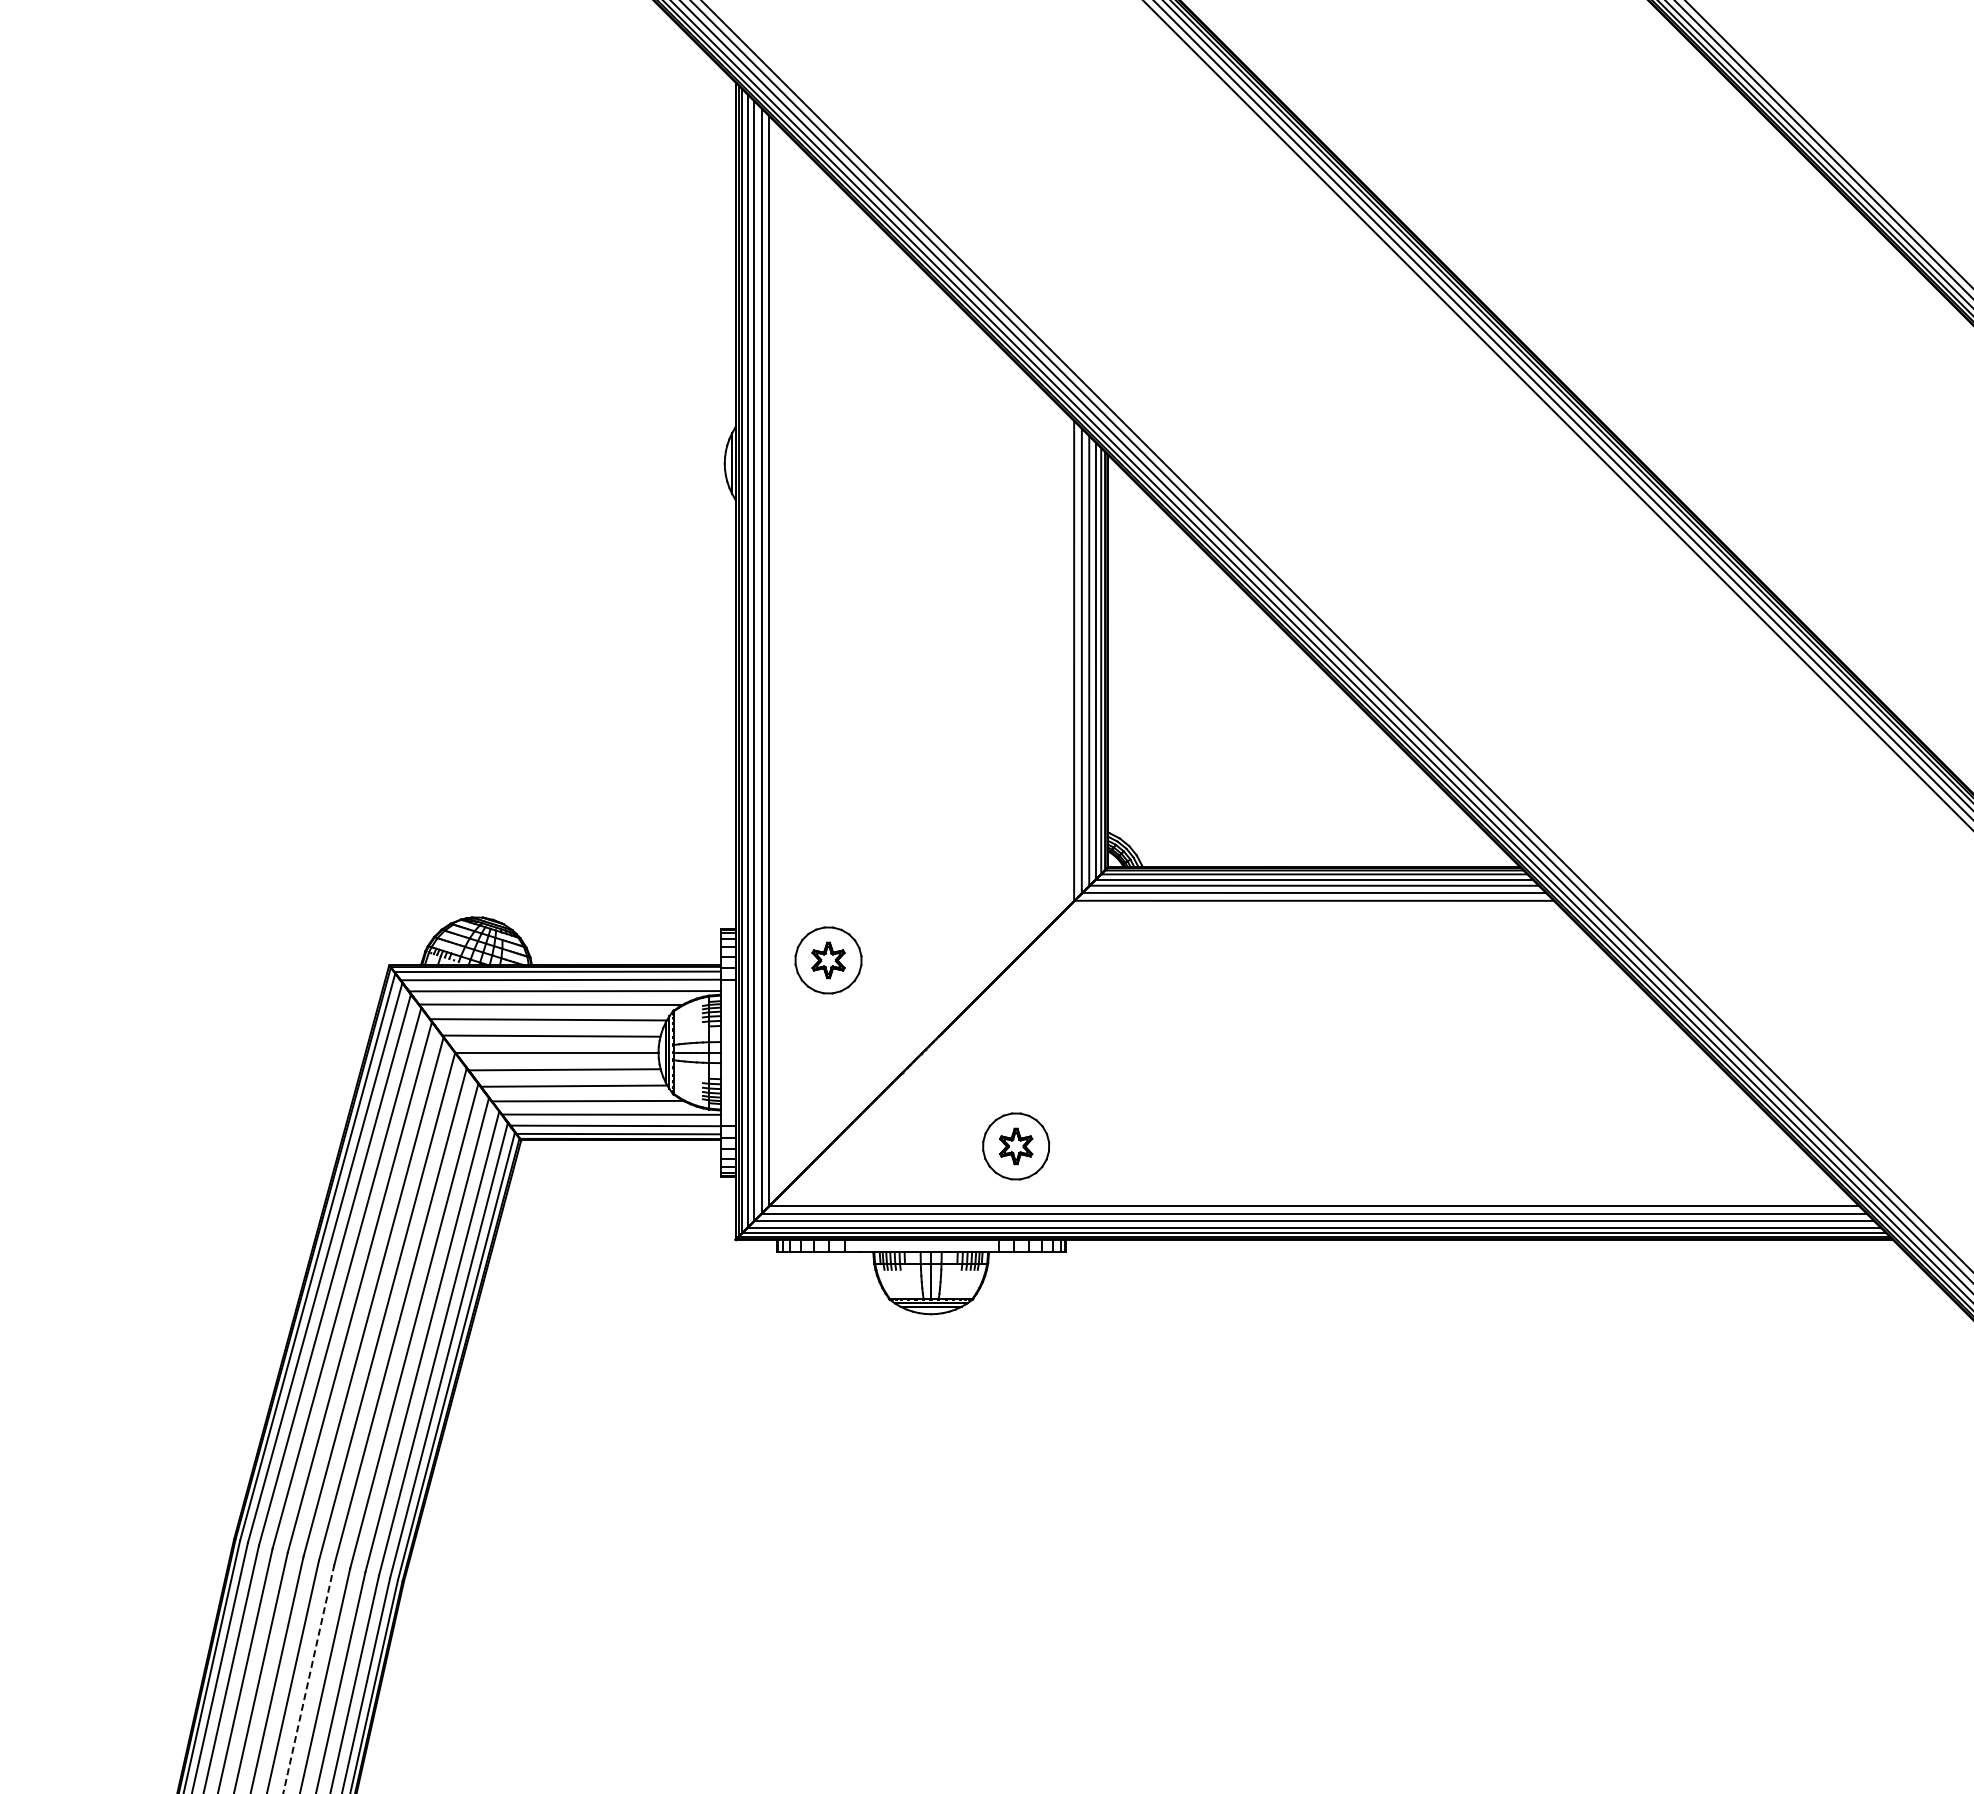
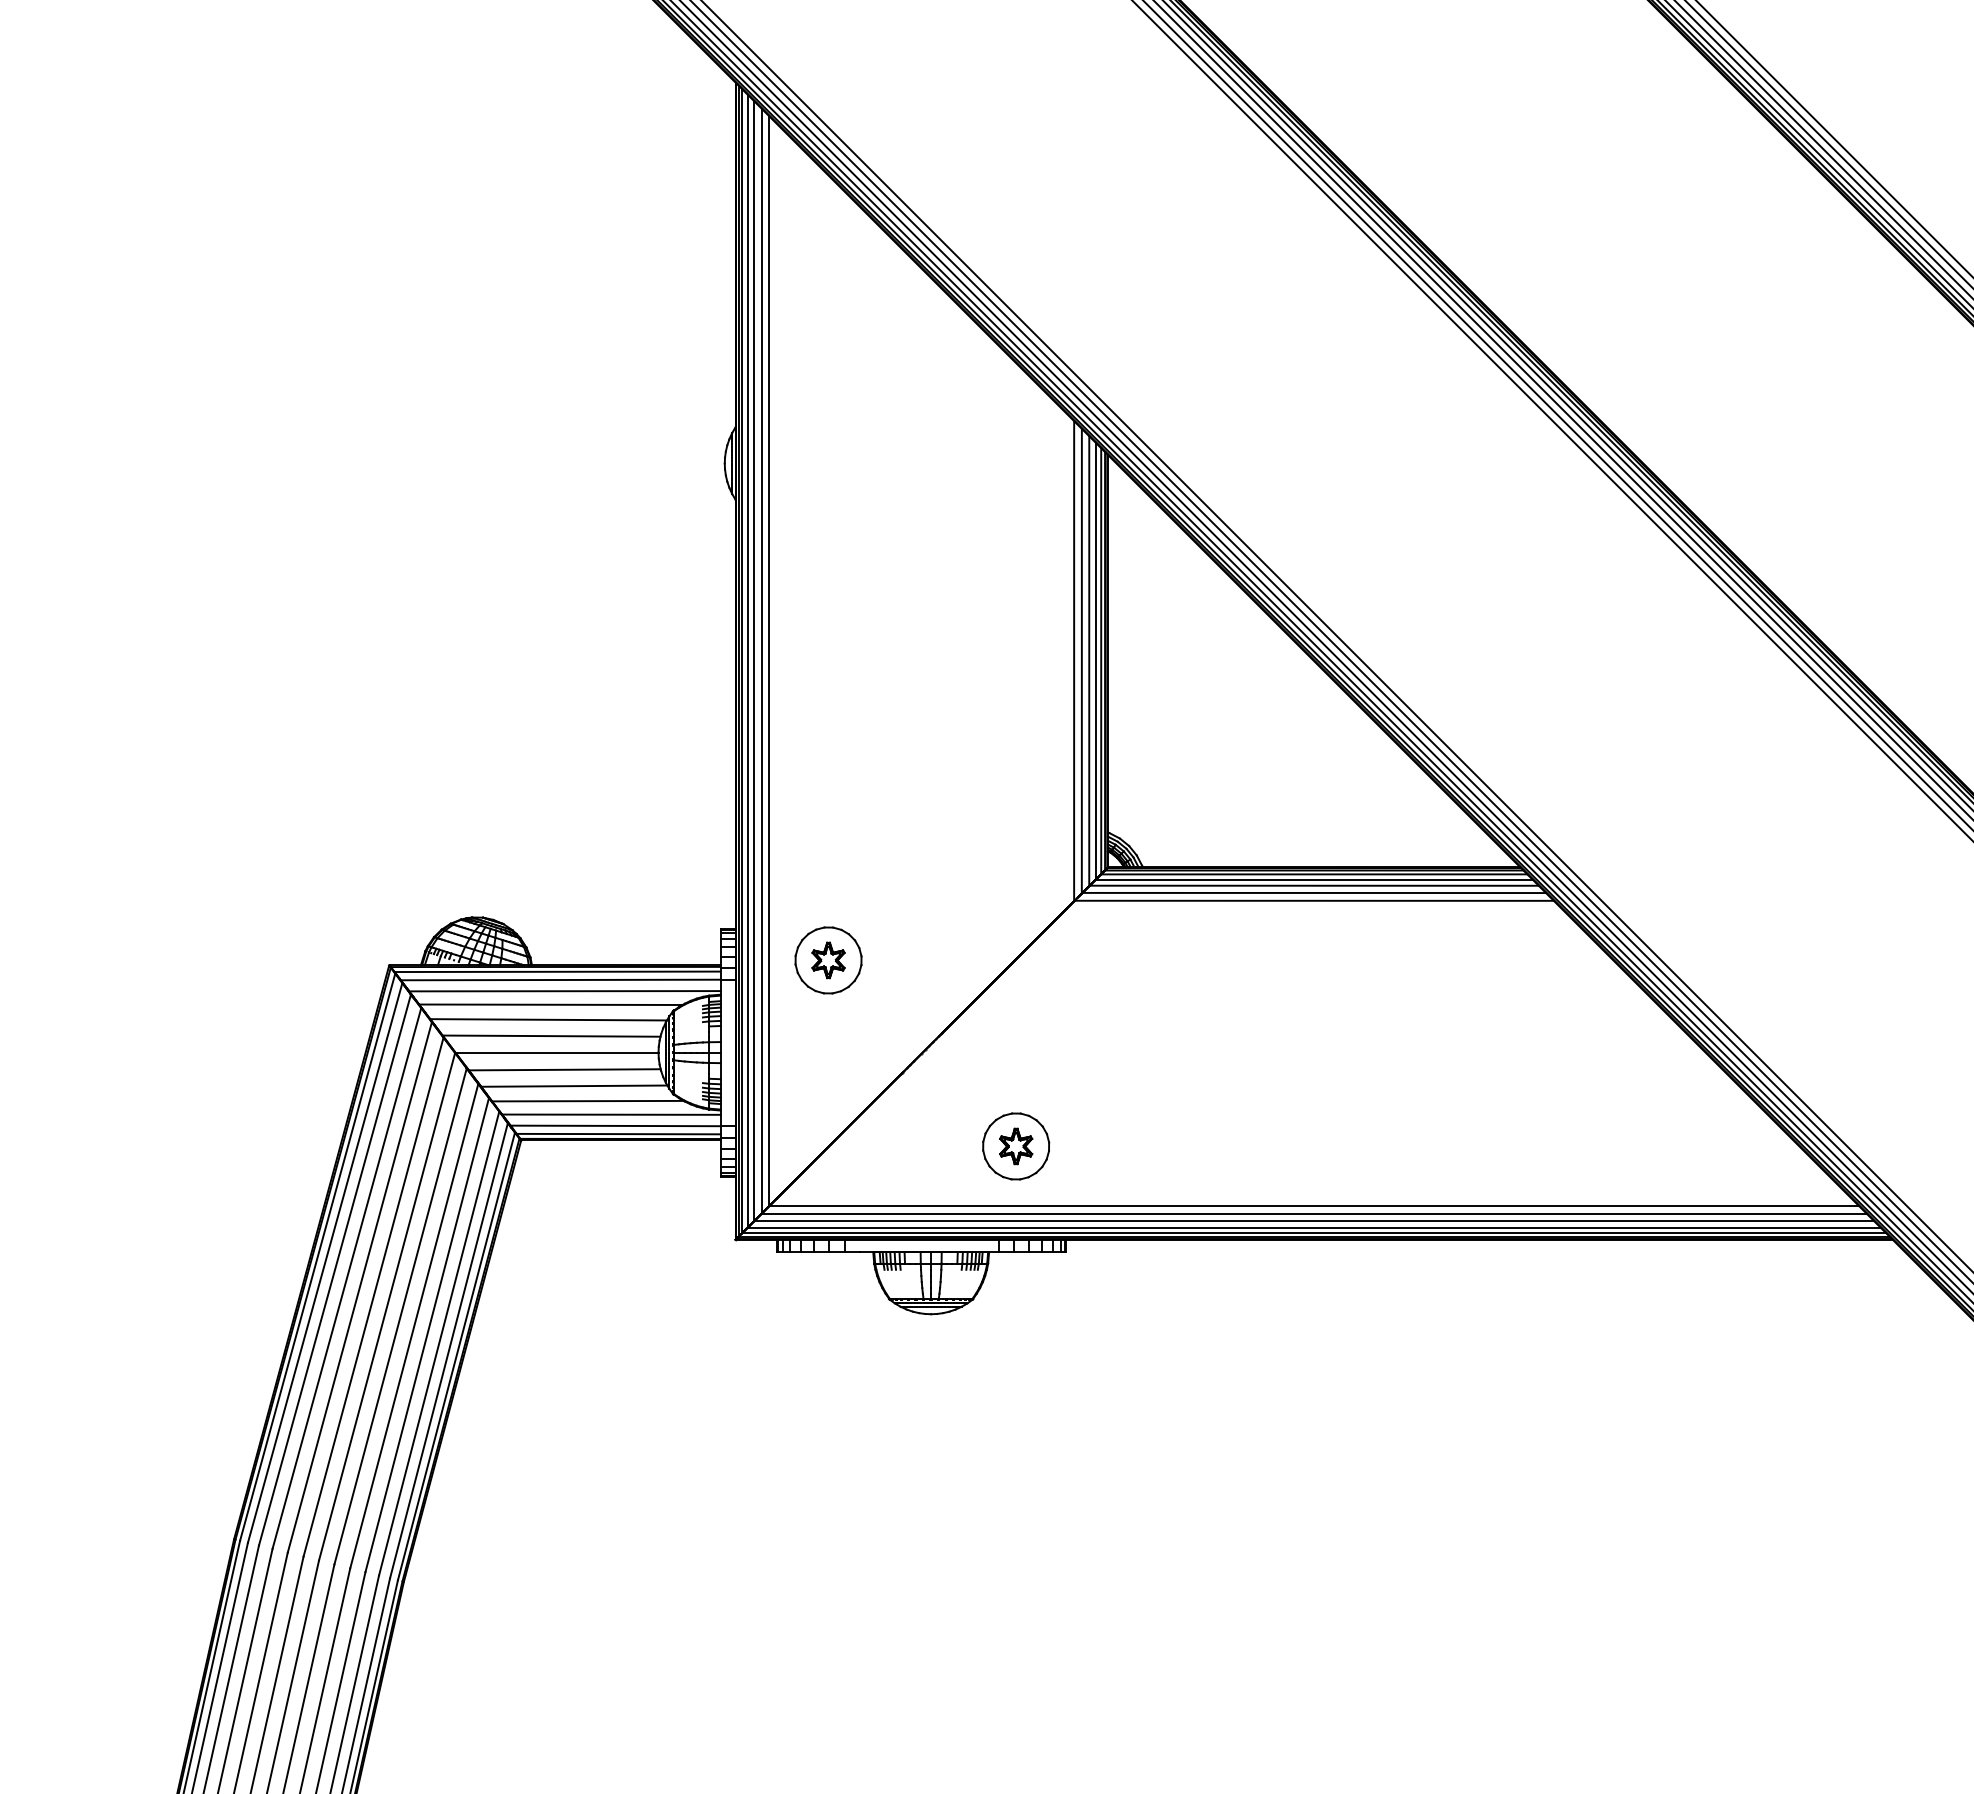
line at (1833, 138): none -> present
line at (1552, 420): none -> present
line at (308, 1679): dashed -> solid
